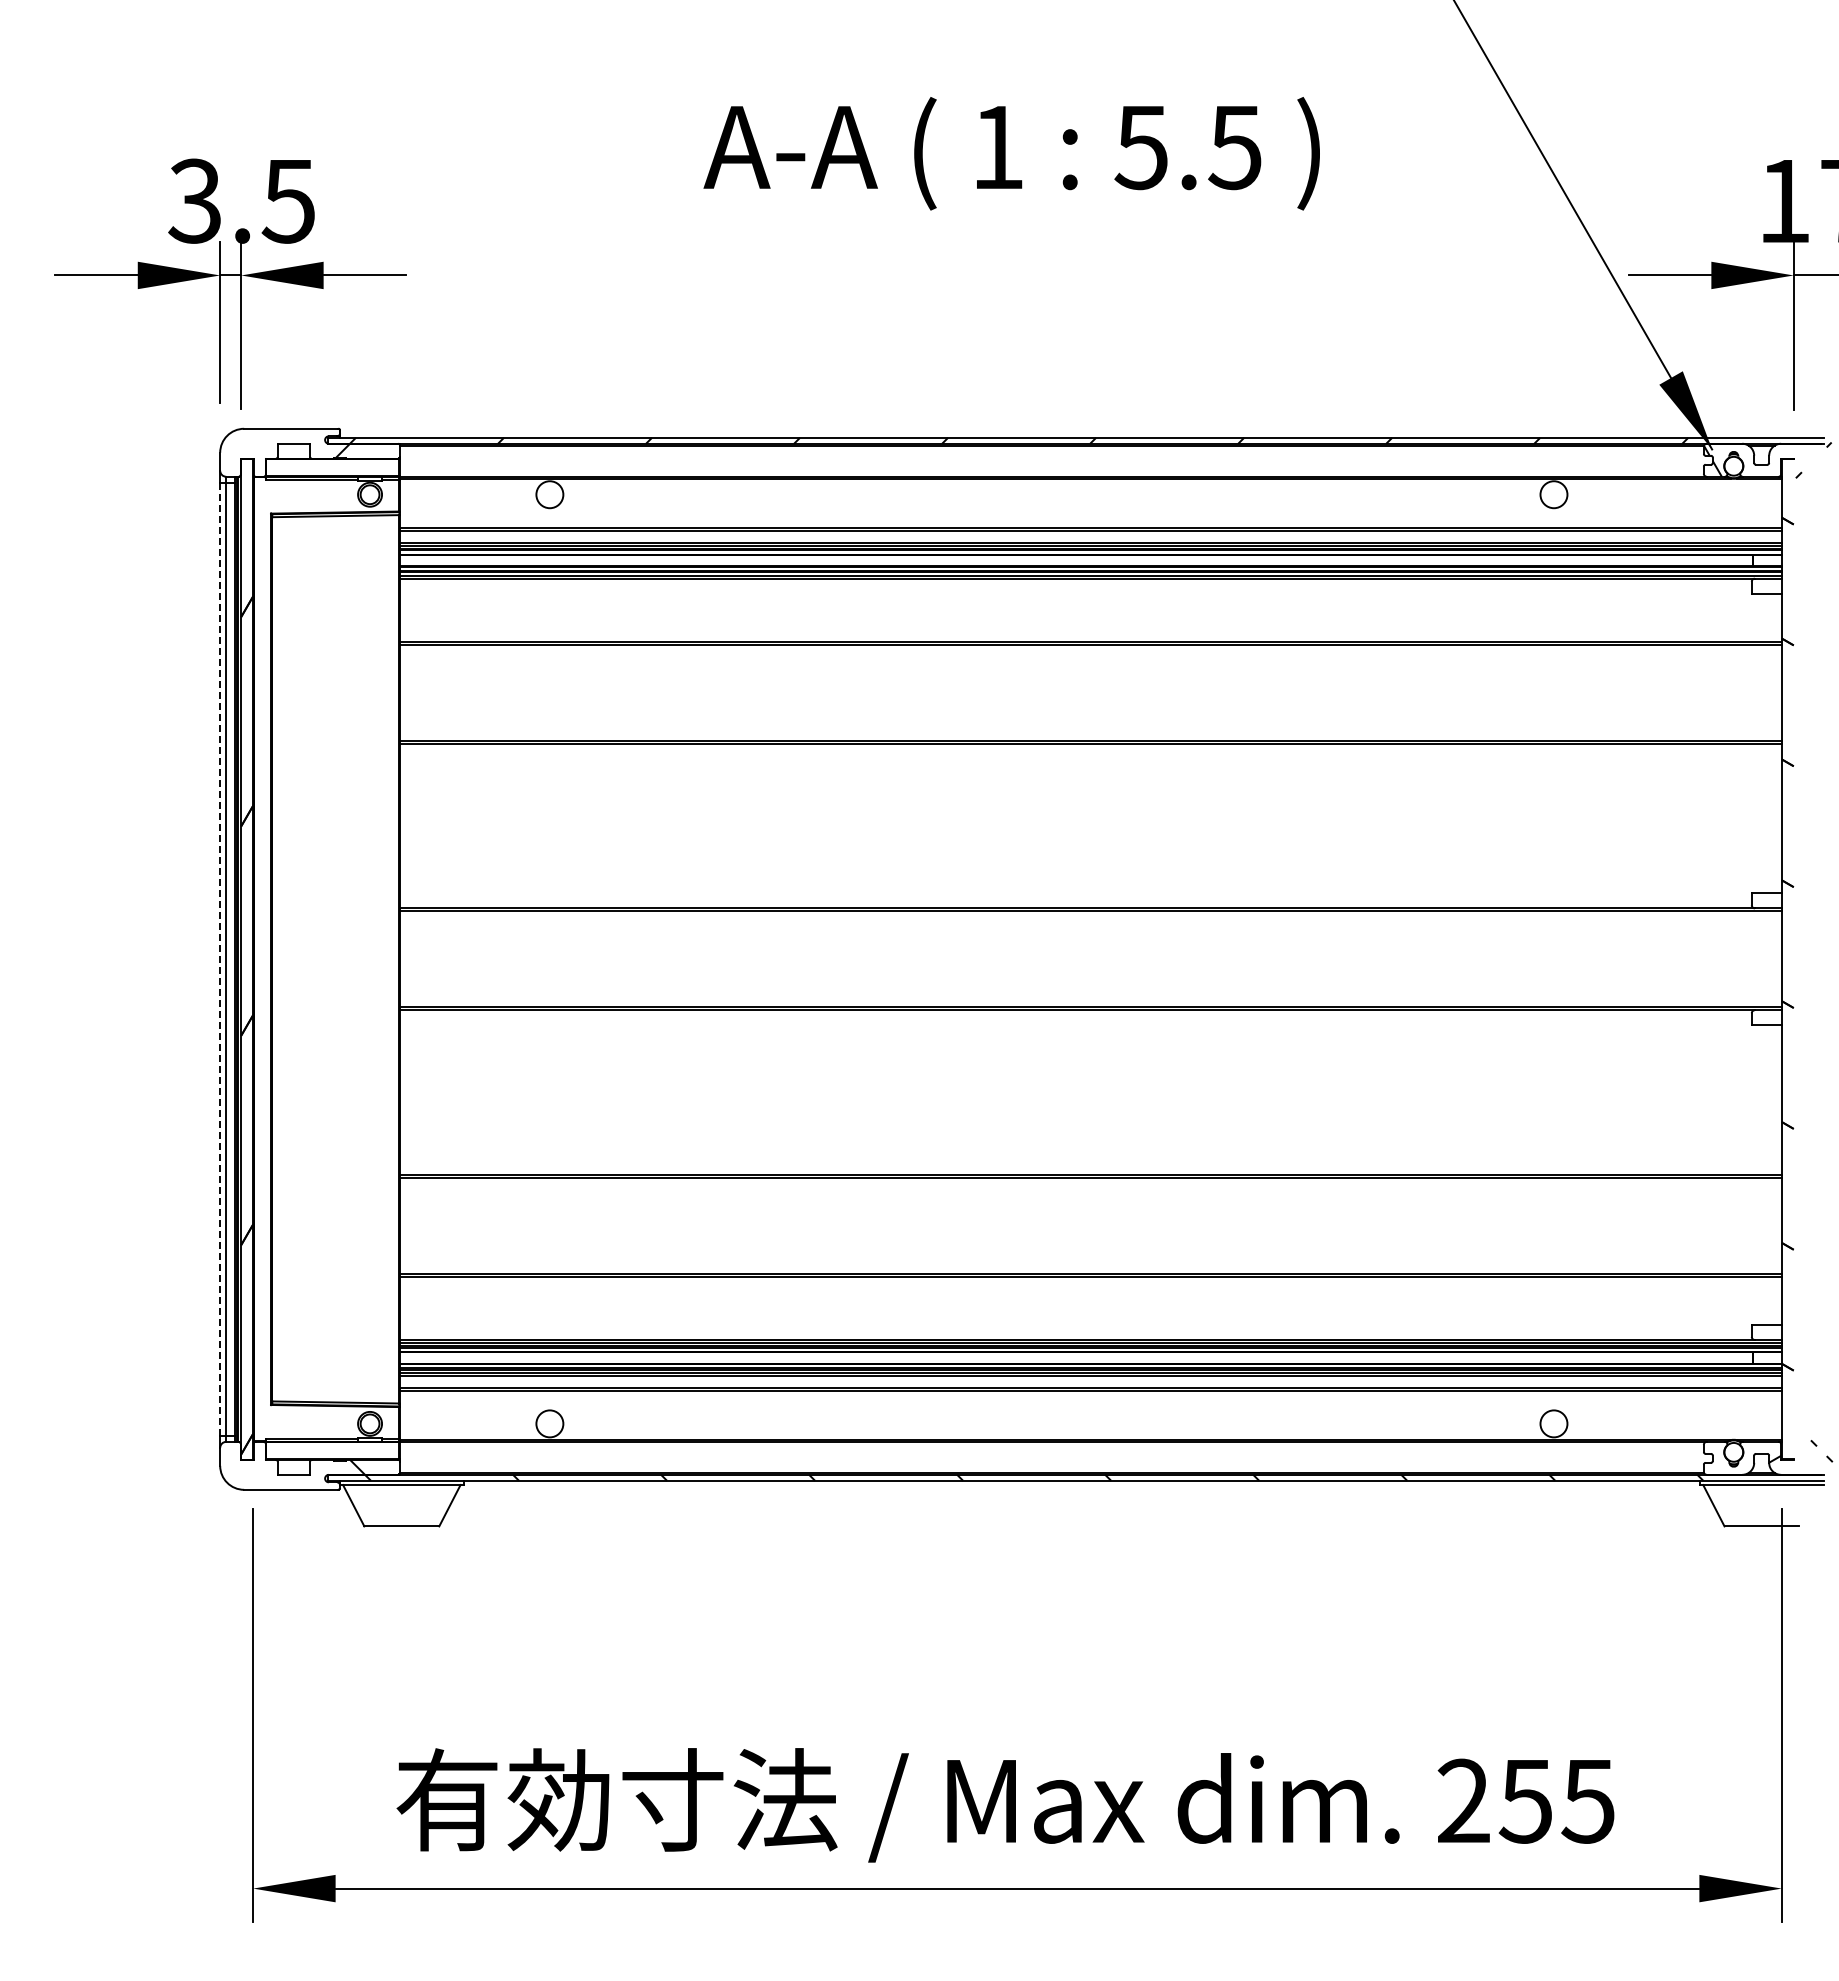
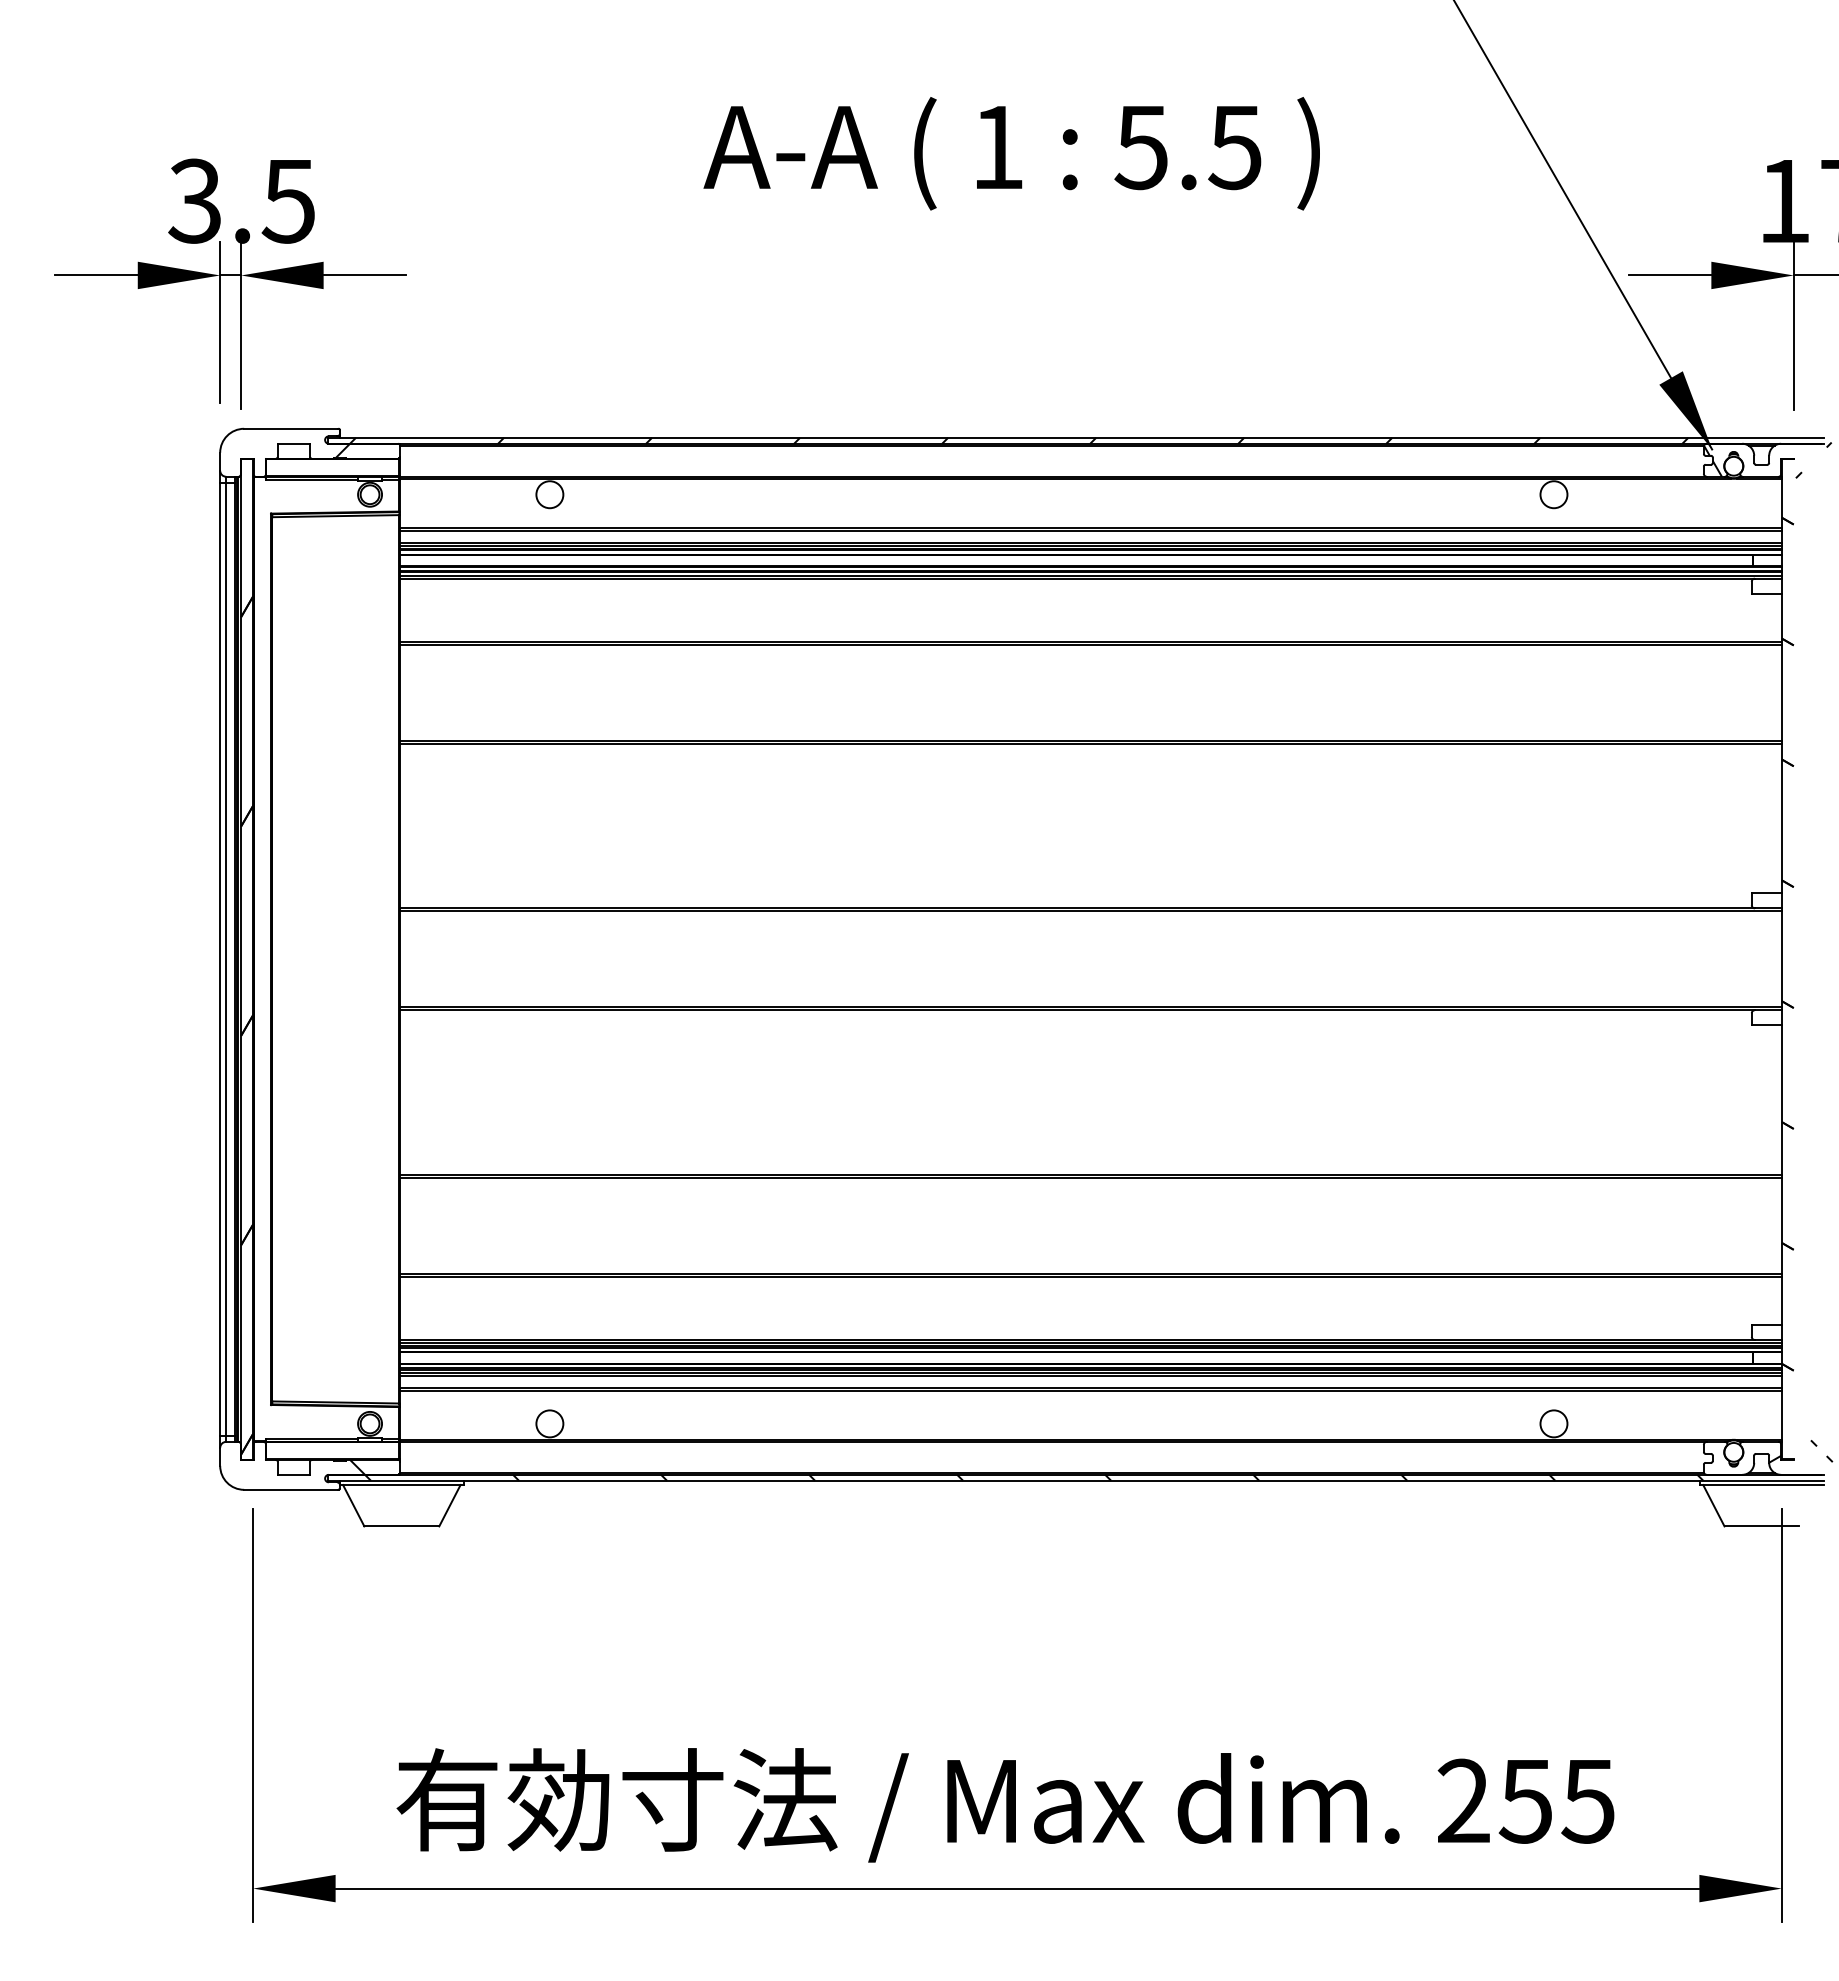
line at (220, 959): dashed -> solid
